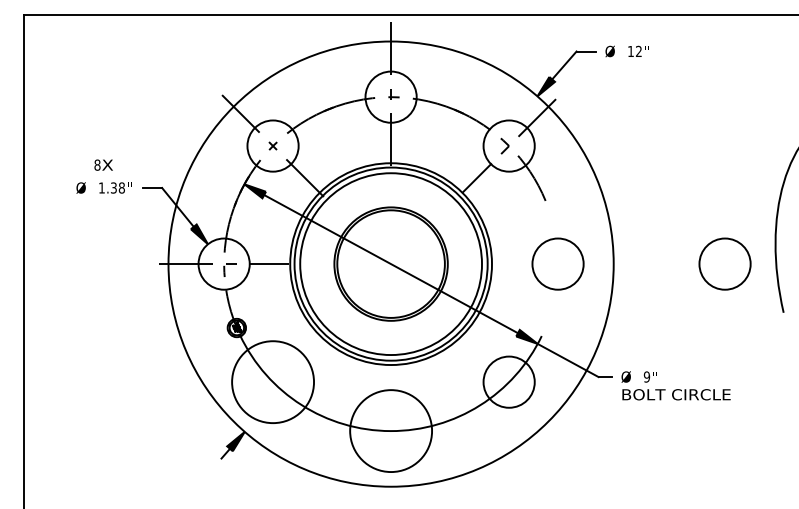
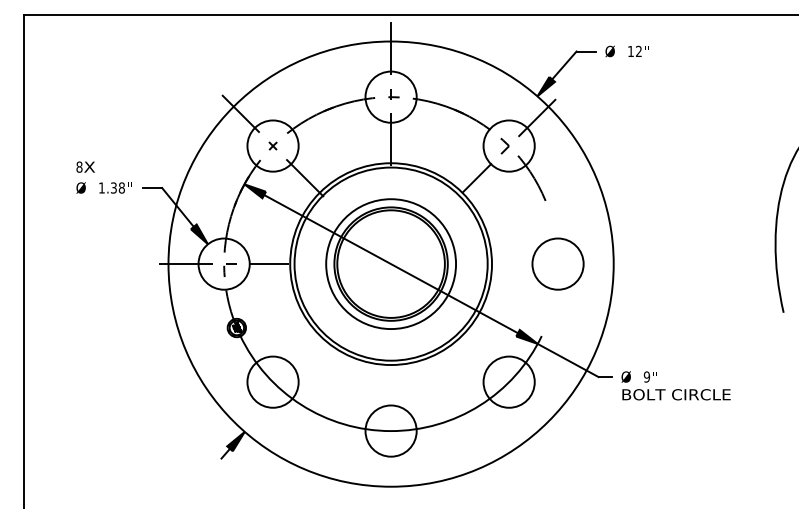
text at (103, 164) position: (103, 164) -> (85, 166)
circle at (724, 263): present -> none
circle at (391, 264) diameter: 182 px -> 130 px
circle at (273, 382) diameter: 82 px -> 51 px
circle at (391, 431) diameter: 82 px -> 51 px
